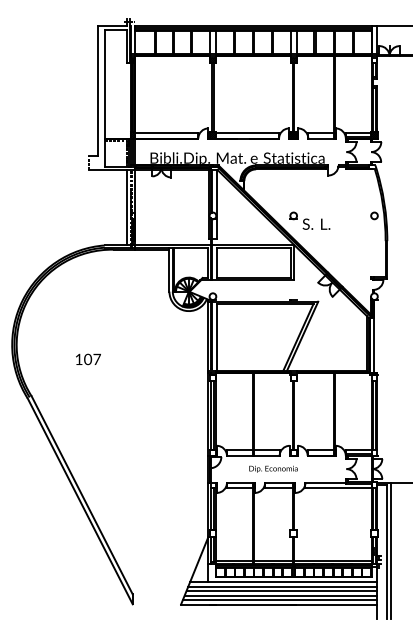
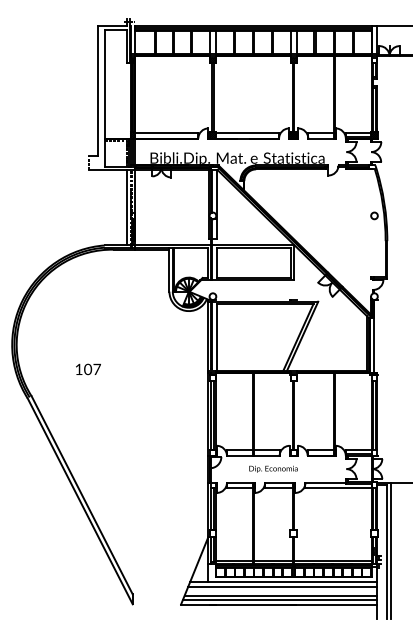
part at (309, 220): present -> none
text at (88, 359) position: (88, 359) -> (88, 369)
line at (281, 591): present -> none
